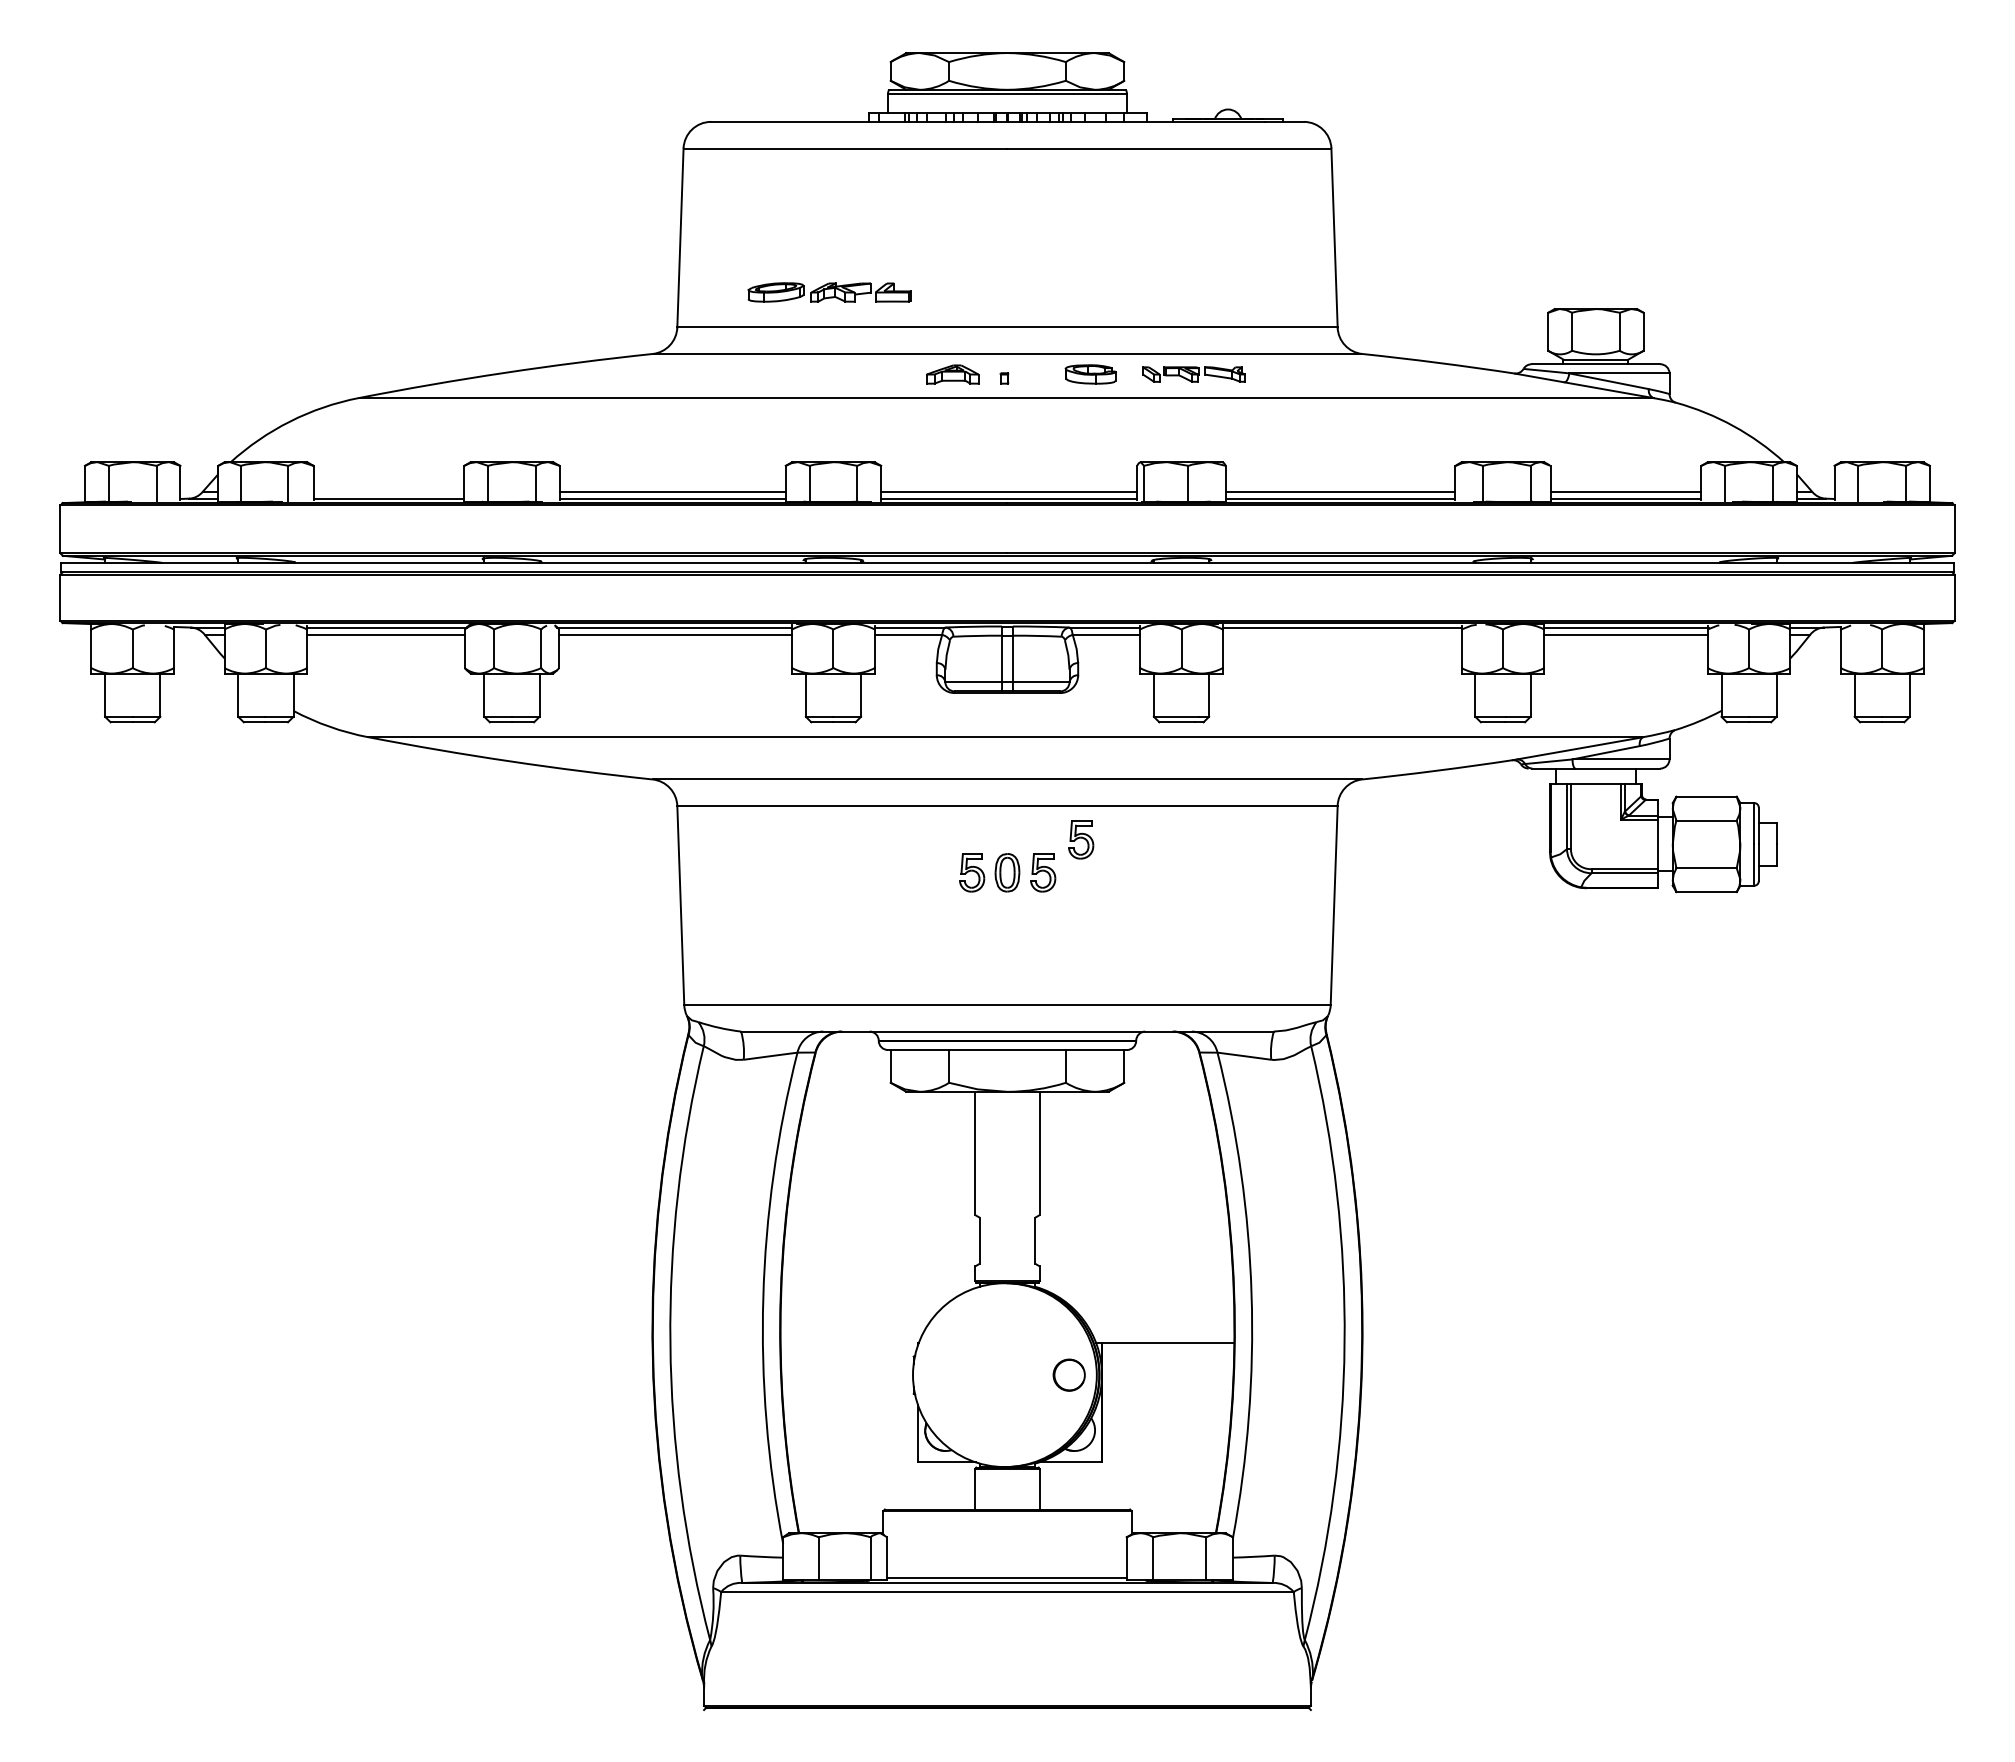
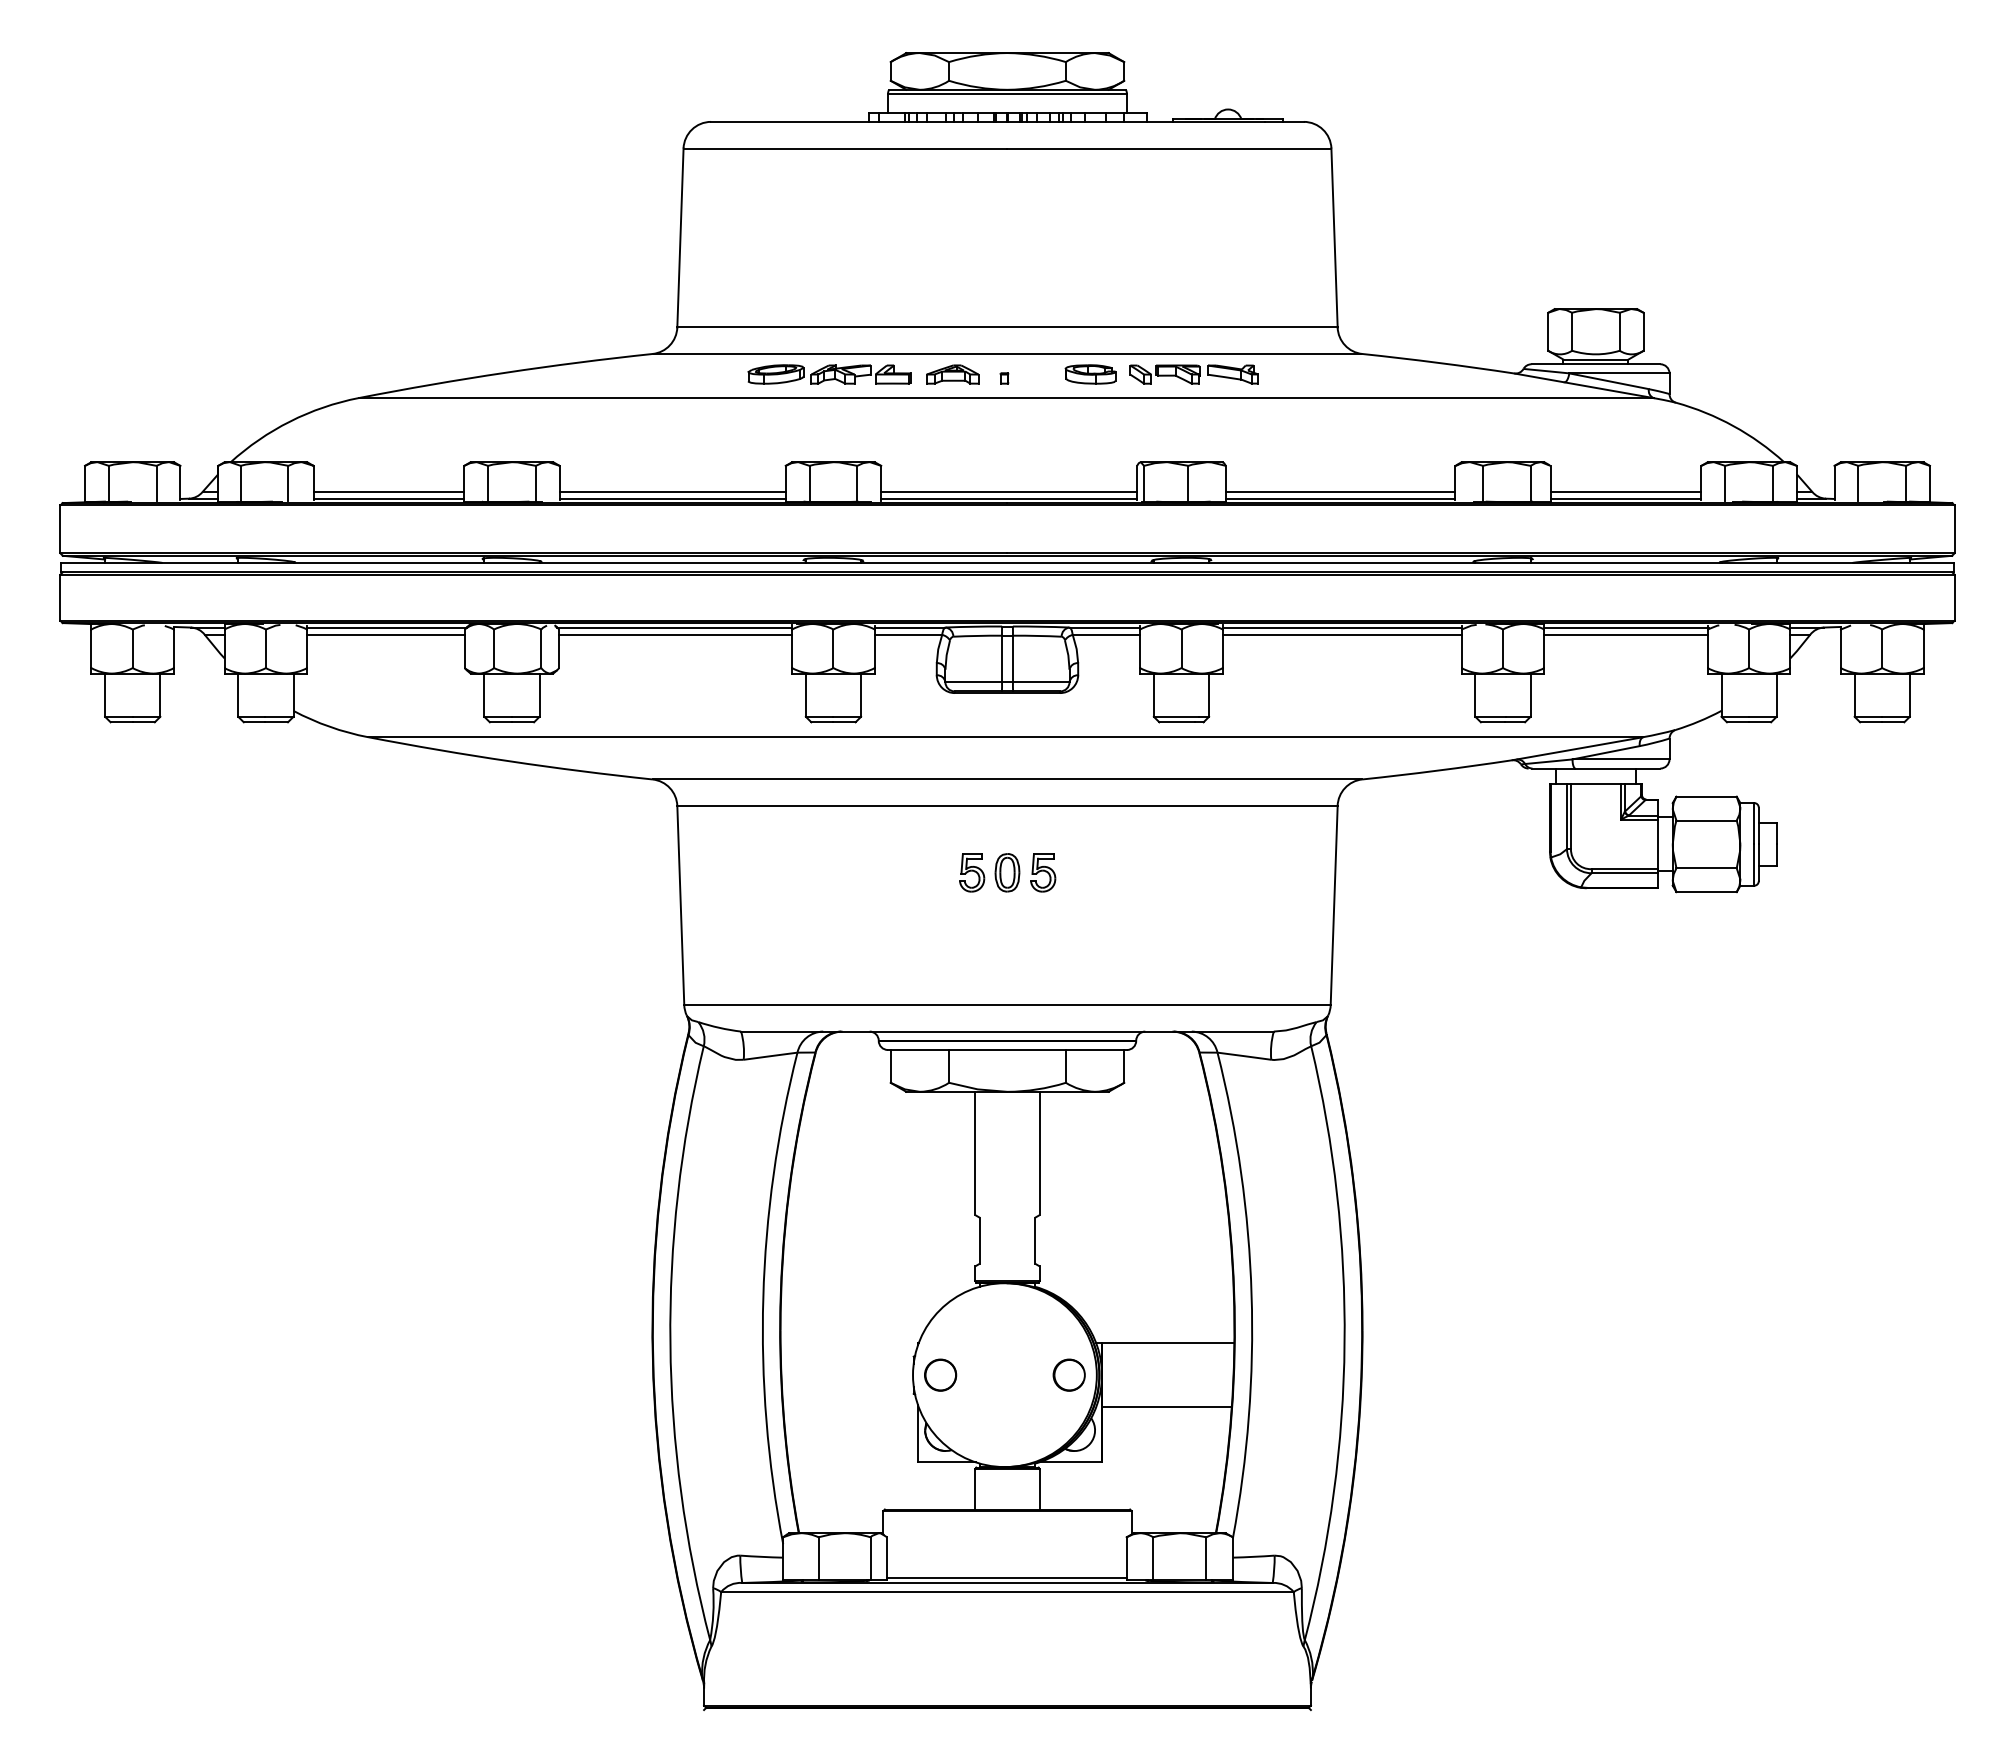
part at (829, 292) position: (829, 292) -> (829, 374)
part at (1193, 374) size: 104x17 px -> 130x21 px
line at (388, 491): none -> present
line at (1341, 634): none -> present
part at (1081, 839): present -> none
circle at (940, 1374): none -> present
line at (1166, 1407): none -> present
